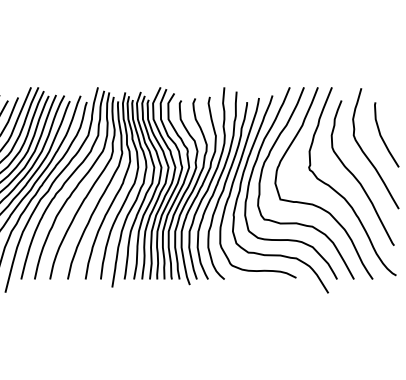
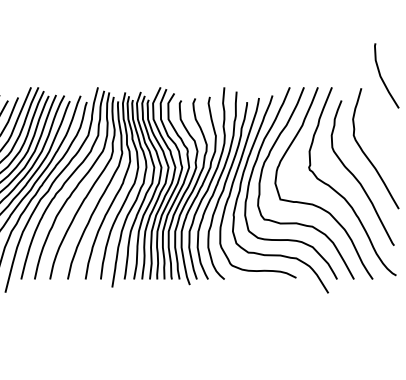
curve at (382, 136) position: (382, 136) -> (382, 77)
